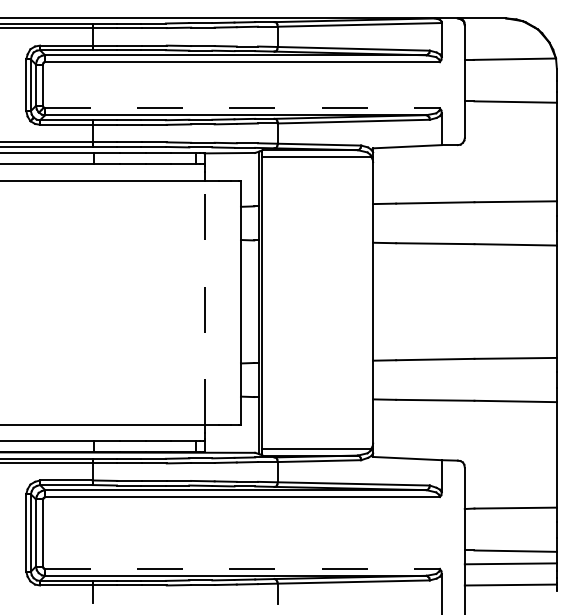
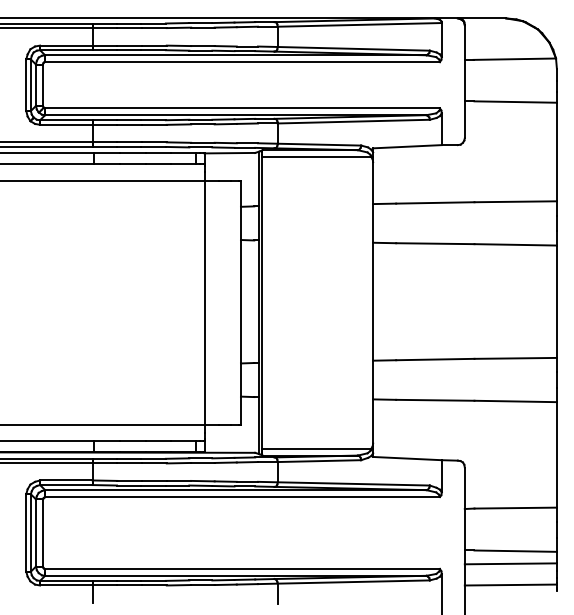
line at (243, 108): dashed -> solid
line at (204, 302): dashed -> solid
line at (243, 568): dashed -> solid
